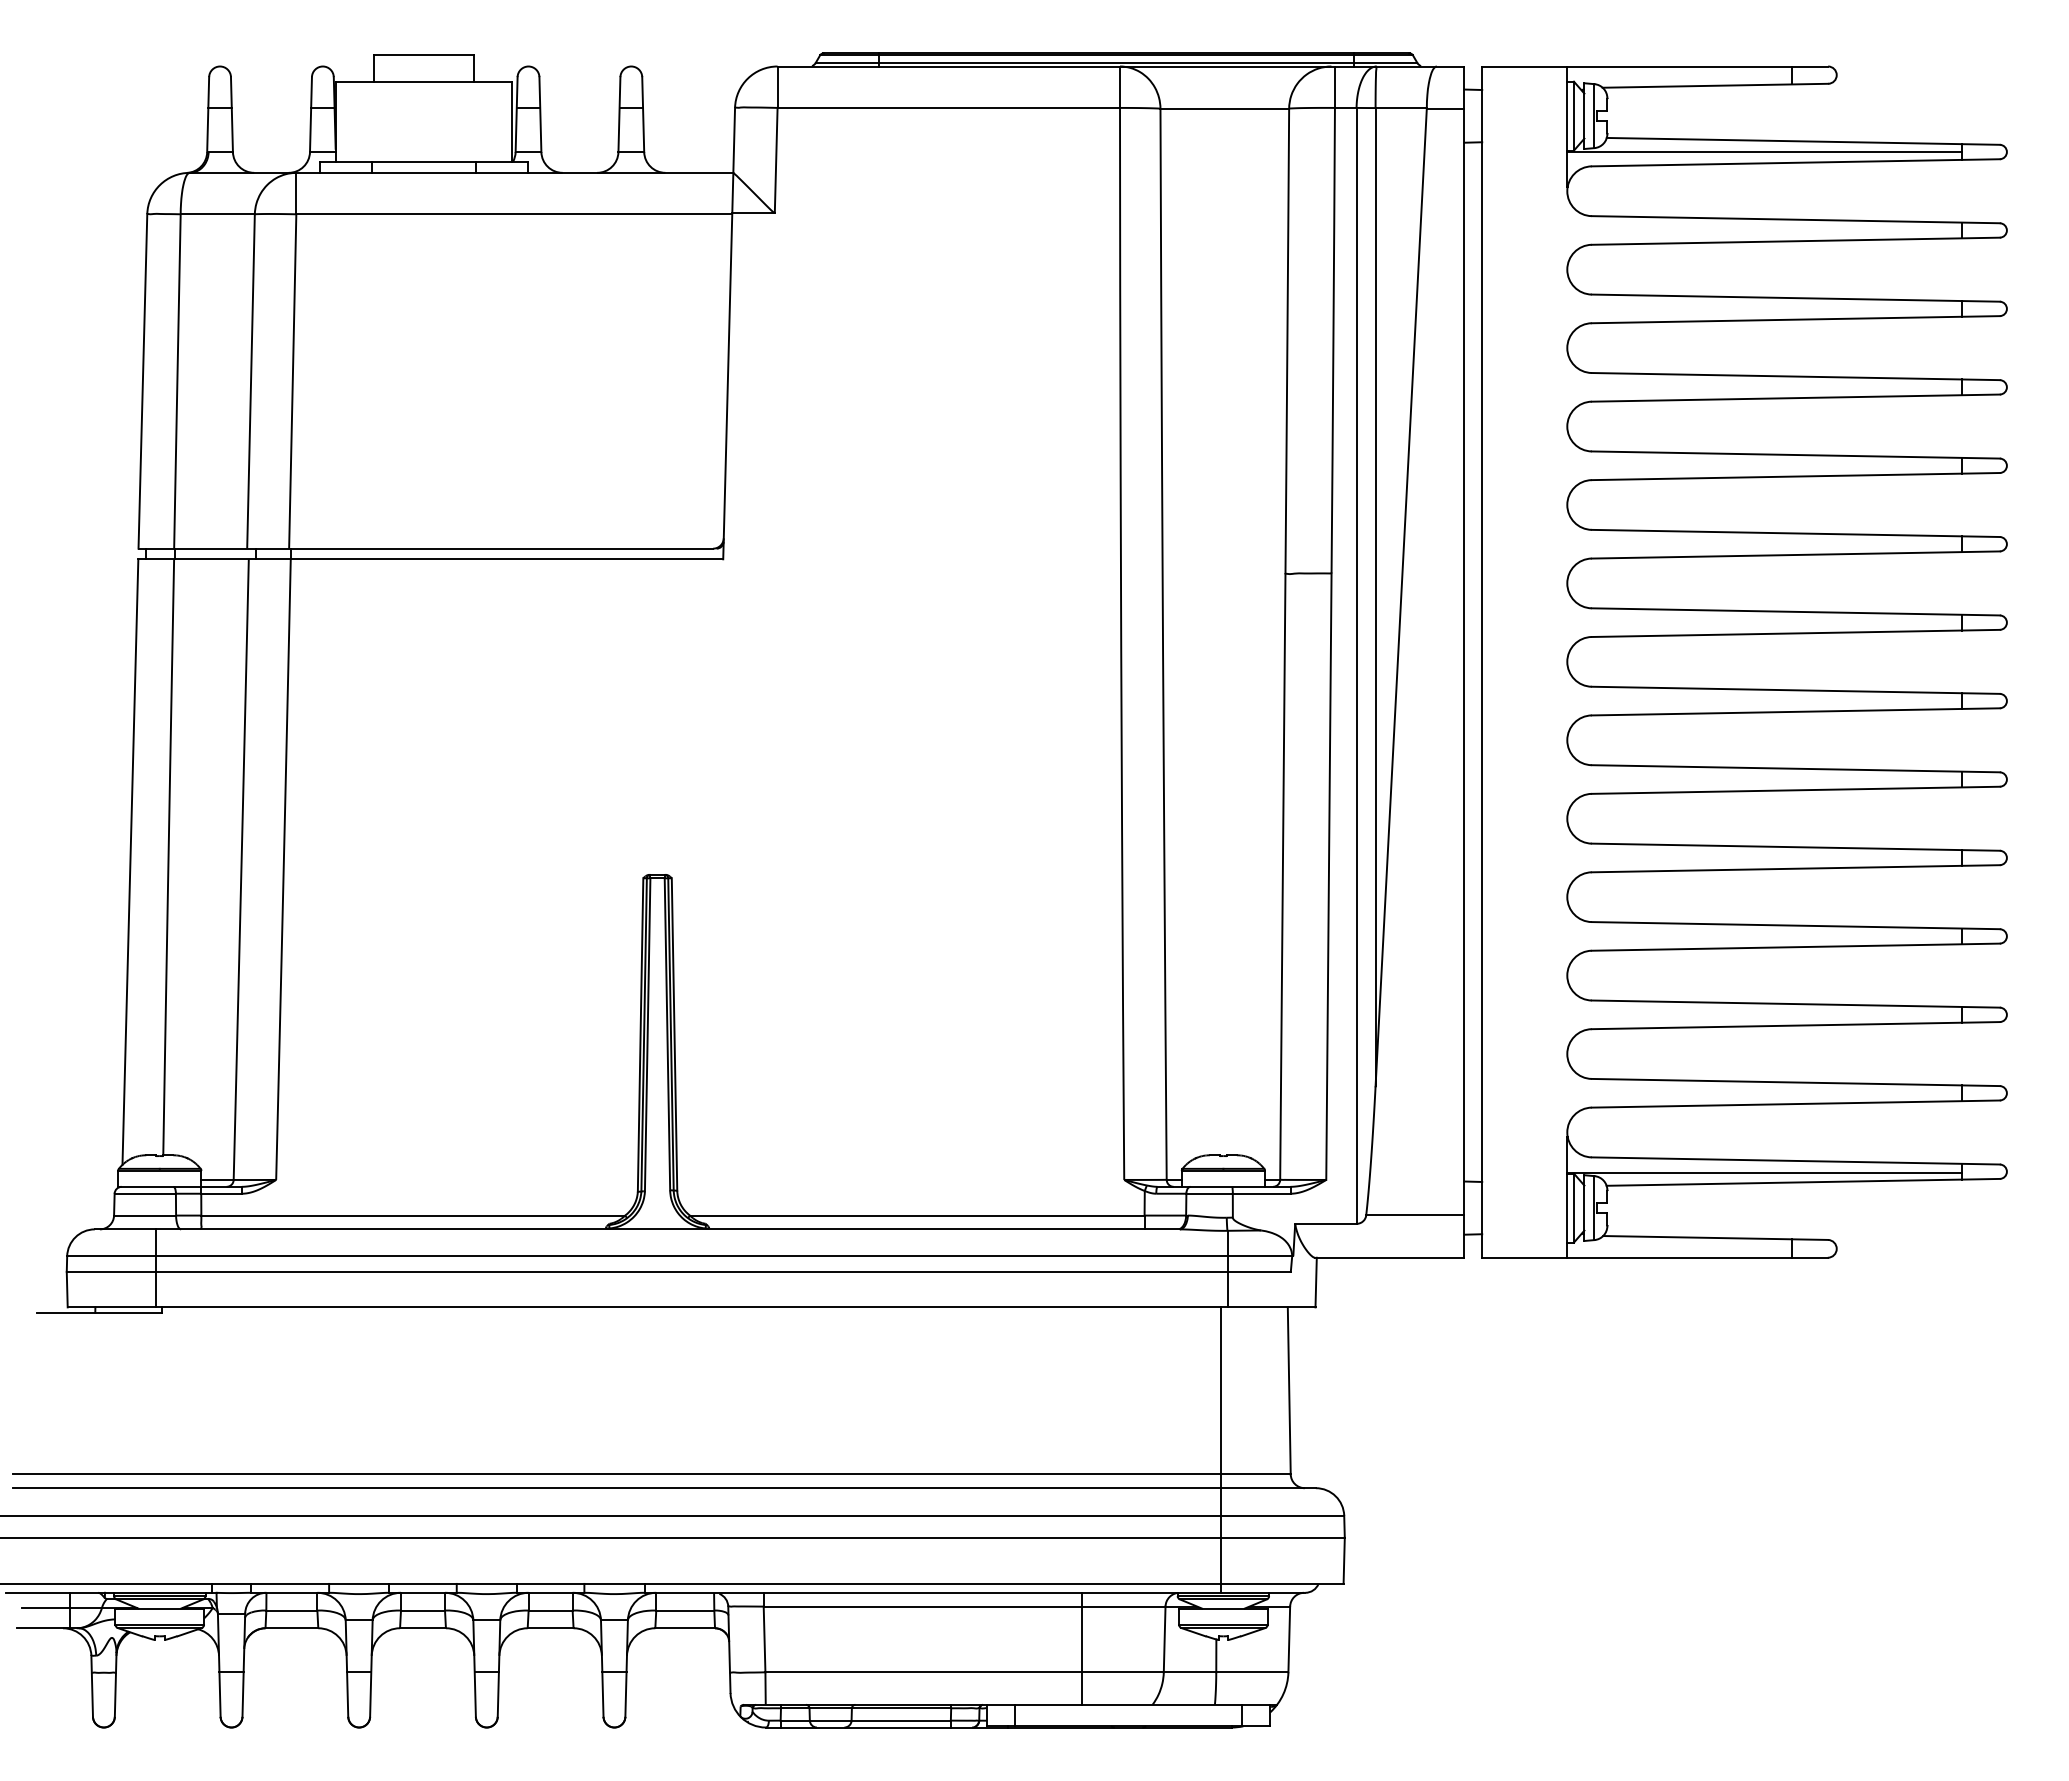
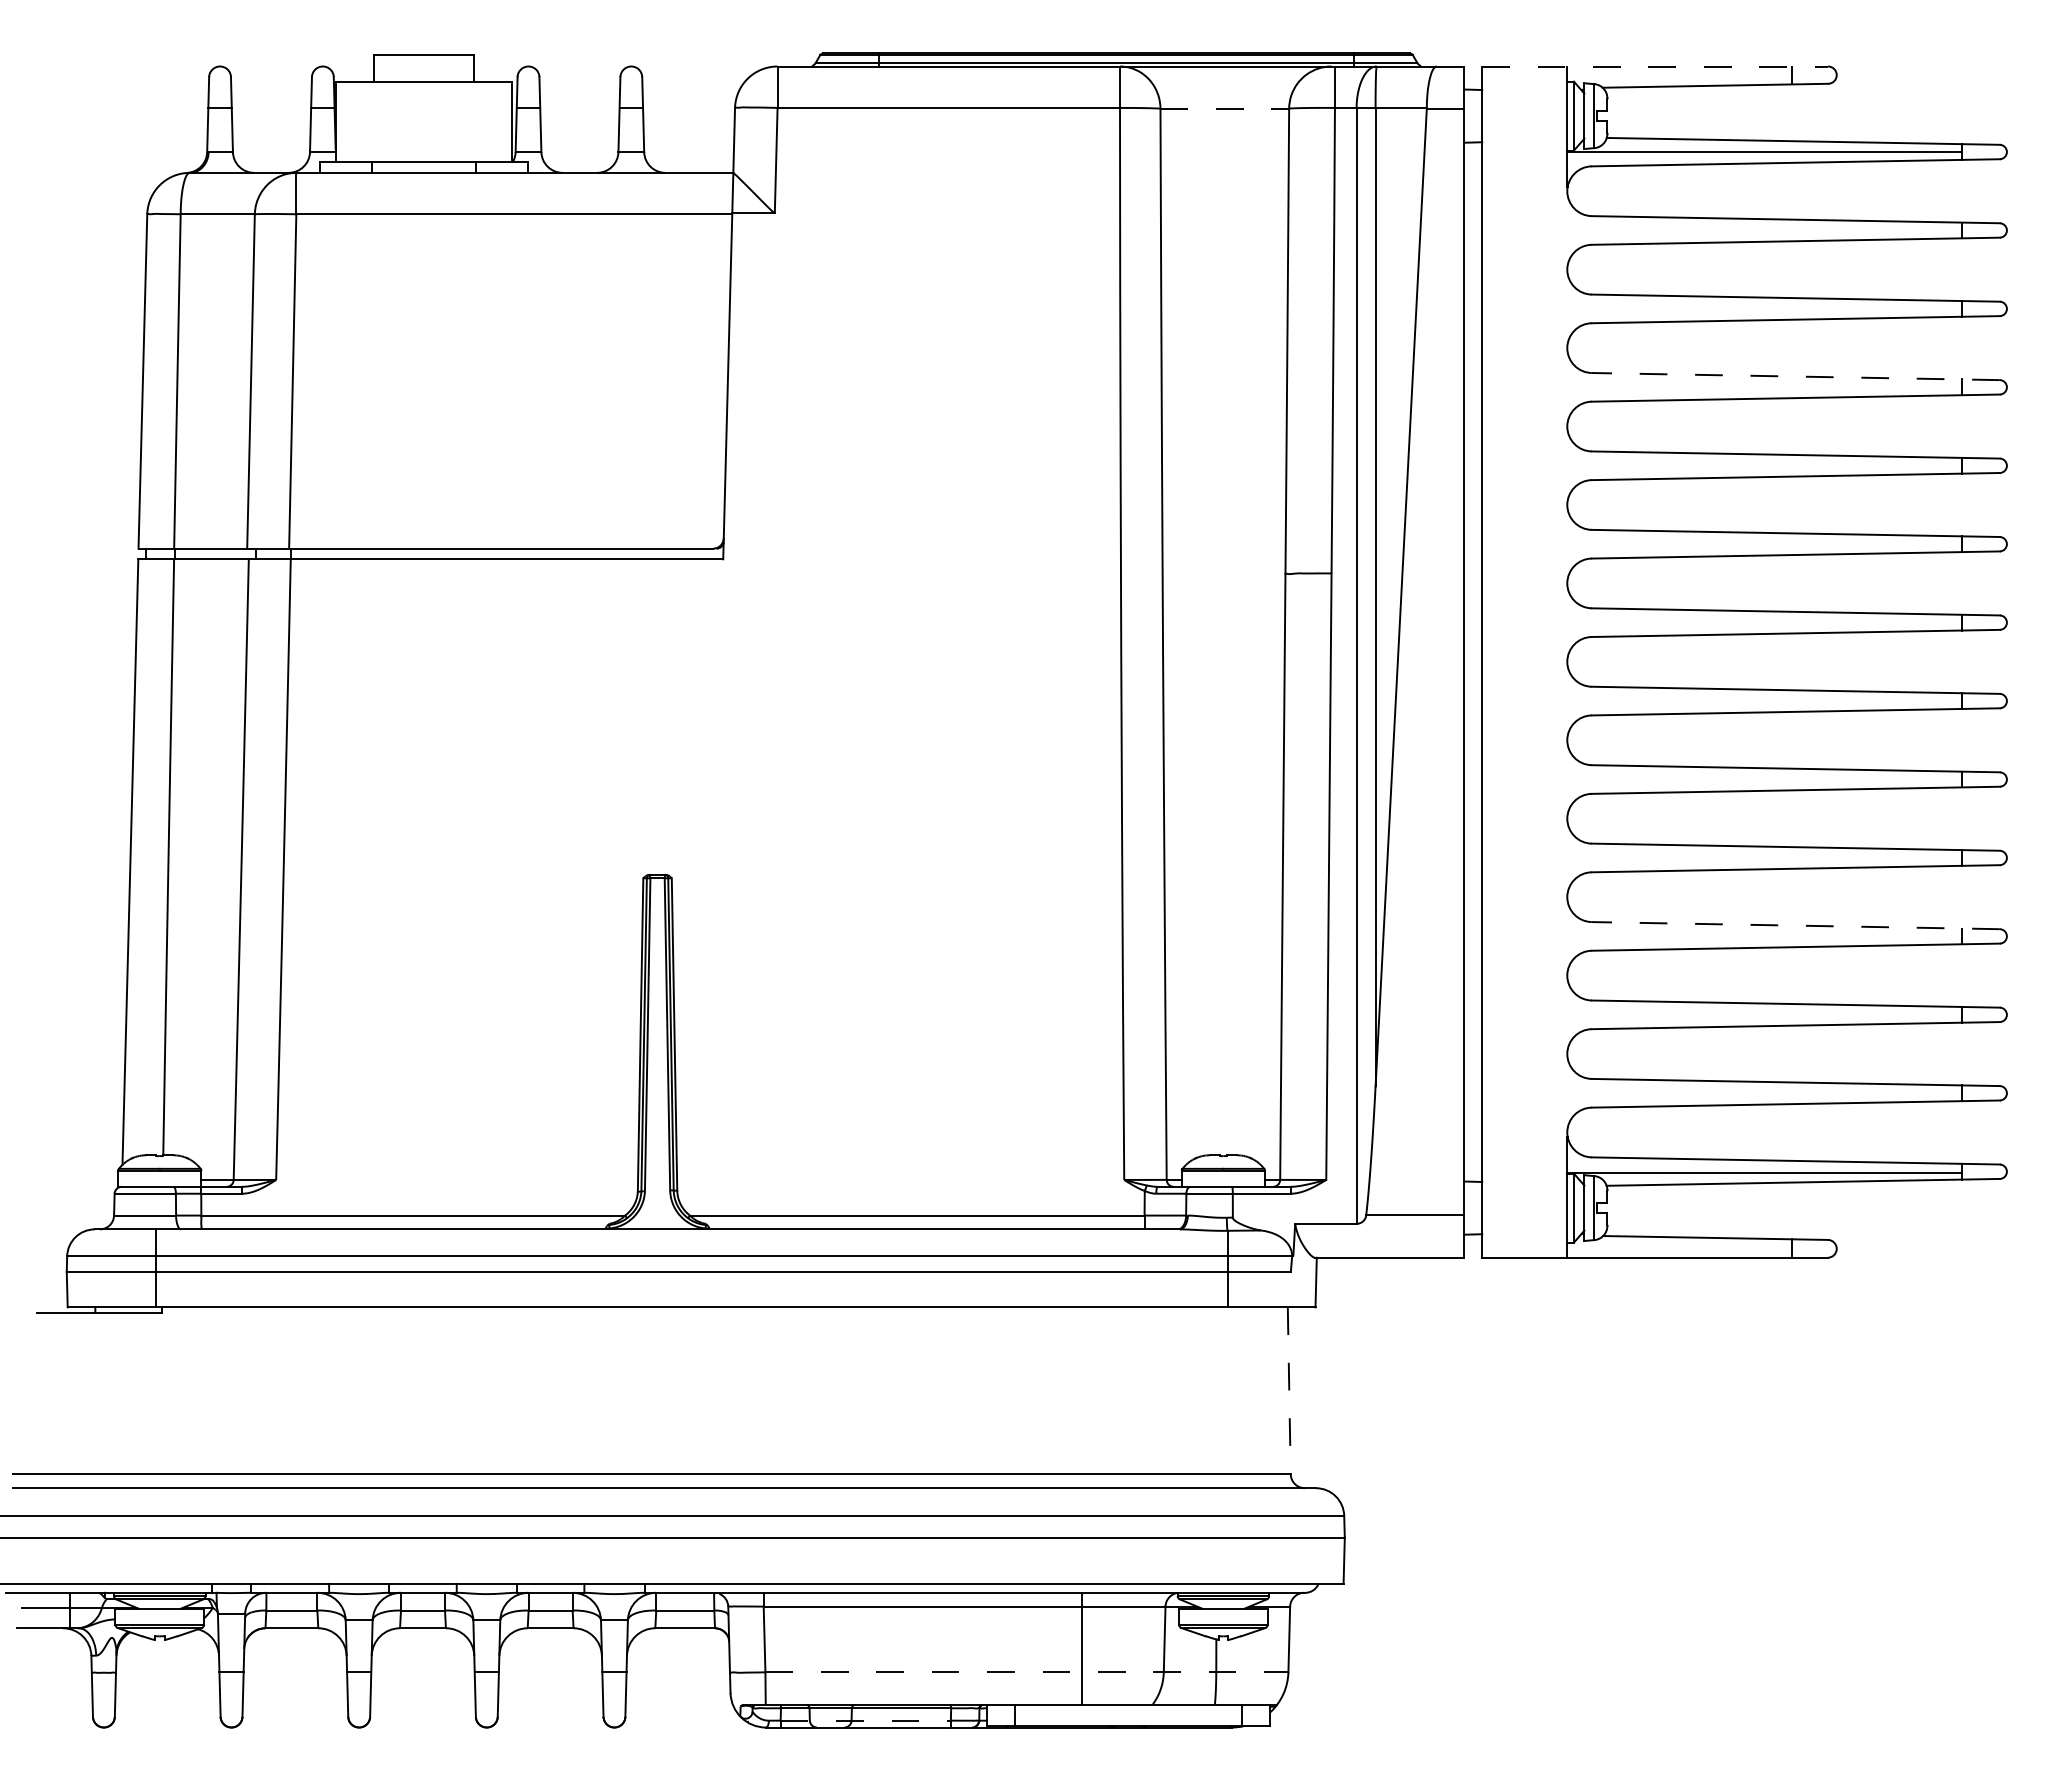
line at (1655, 66): solid -> dashed
line at (1225, 108): solid -> dashed
line at (1795, 376): solid -> dashed
line at (1795, 925): solid -> dashed
line at (1289, 1391): solid -> dashed
line at (1221, 1449): present -> none
line at (1027, 1672): solid -> dashed
line at (866, 1720): solid -> dashed
